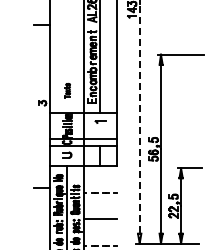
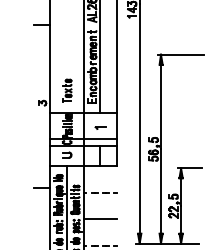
part at (67, 90) size: 7x17 px -> 11x25 px
part at (100, 121) position: (100, 121) -> (100, 127)
line at (139, 123): dashed -> solid
